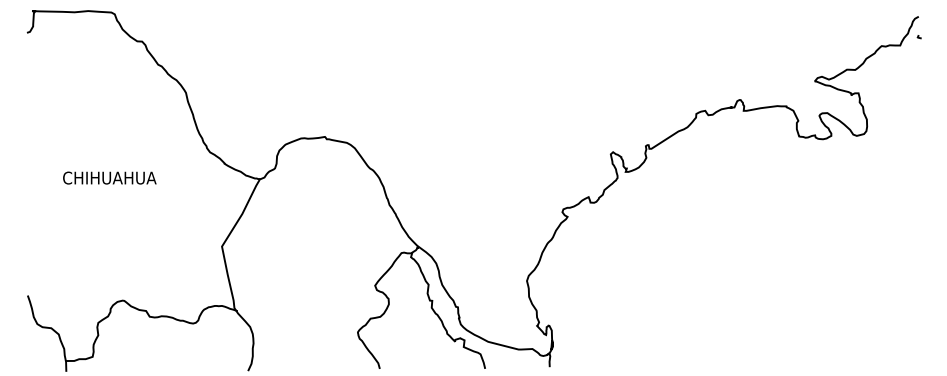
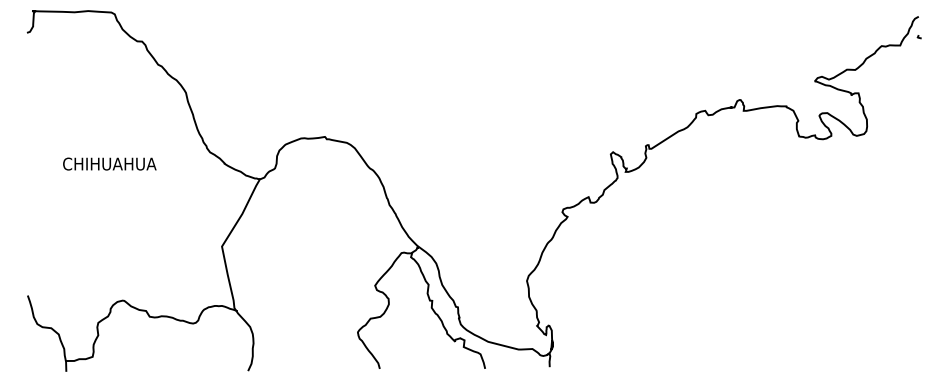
text at (109, 177) position: (109, 177) -> (109, 163)
